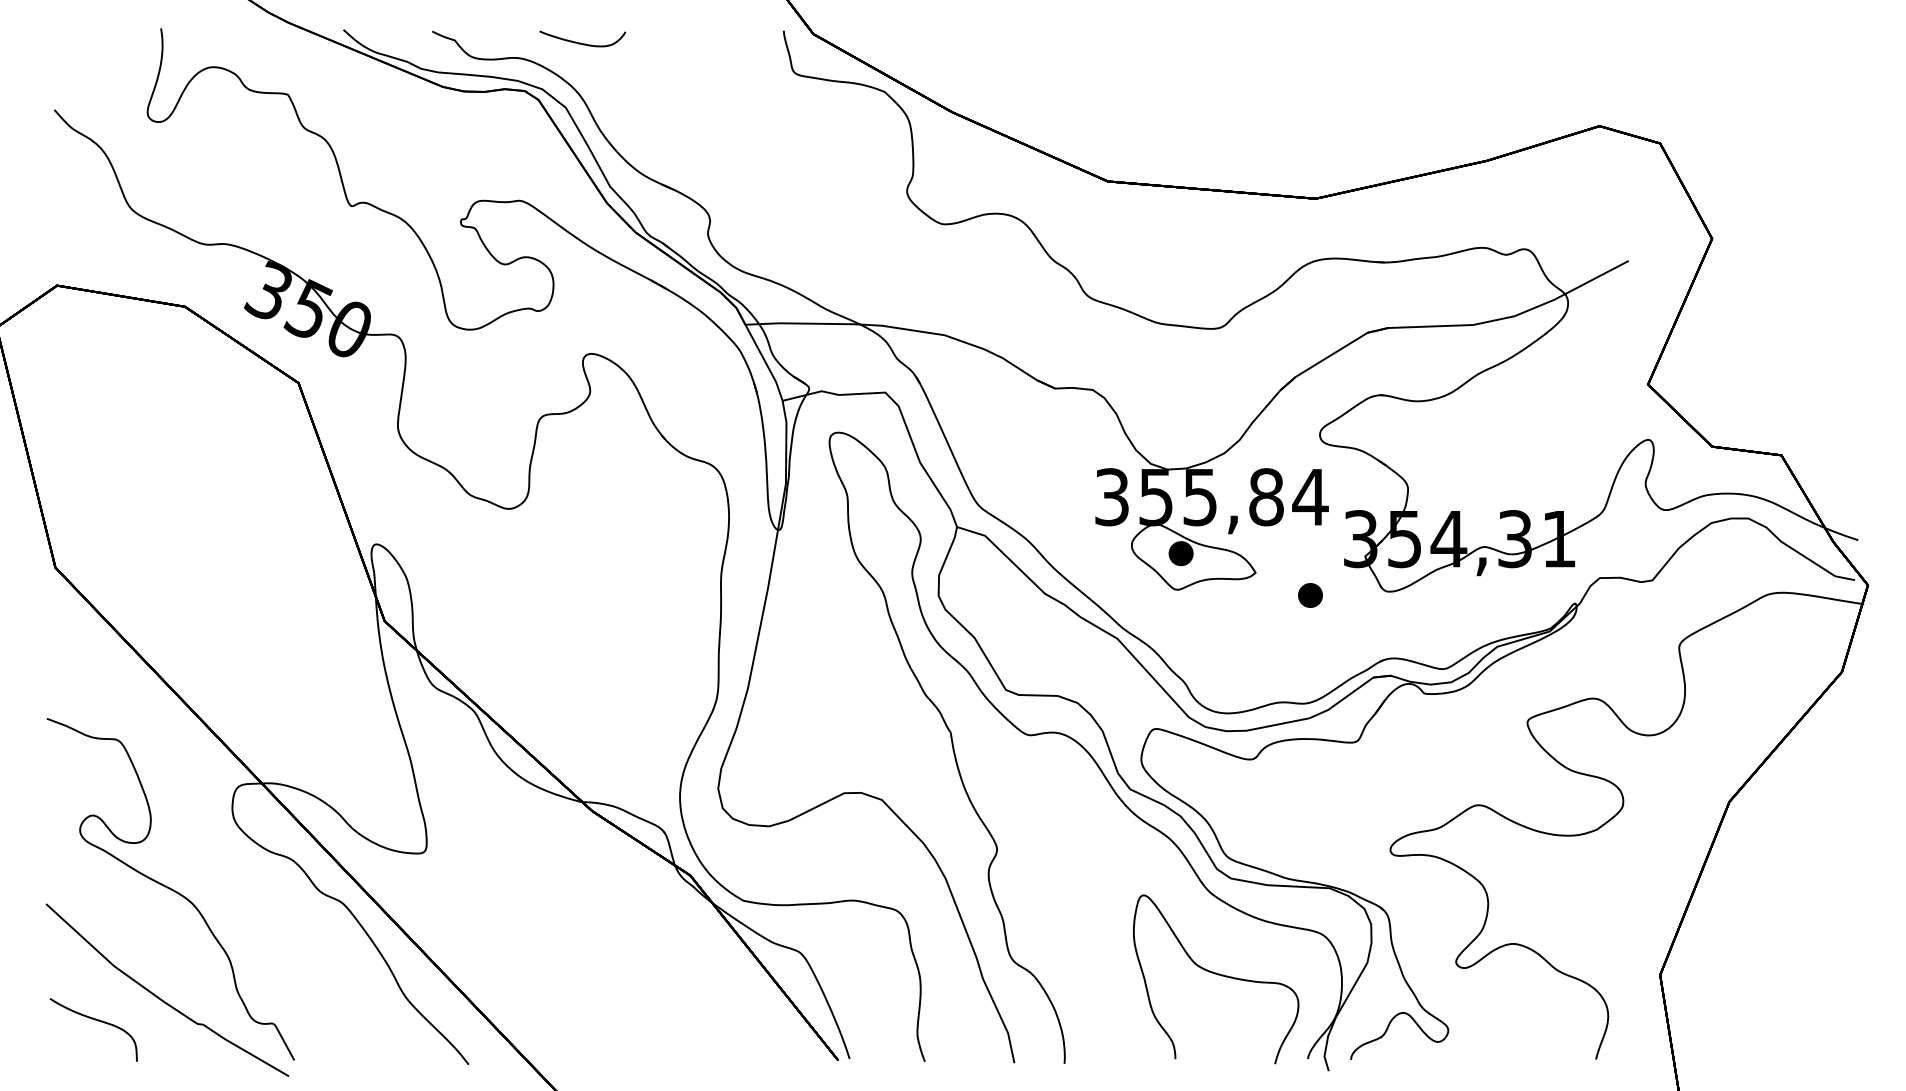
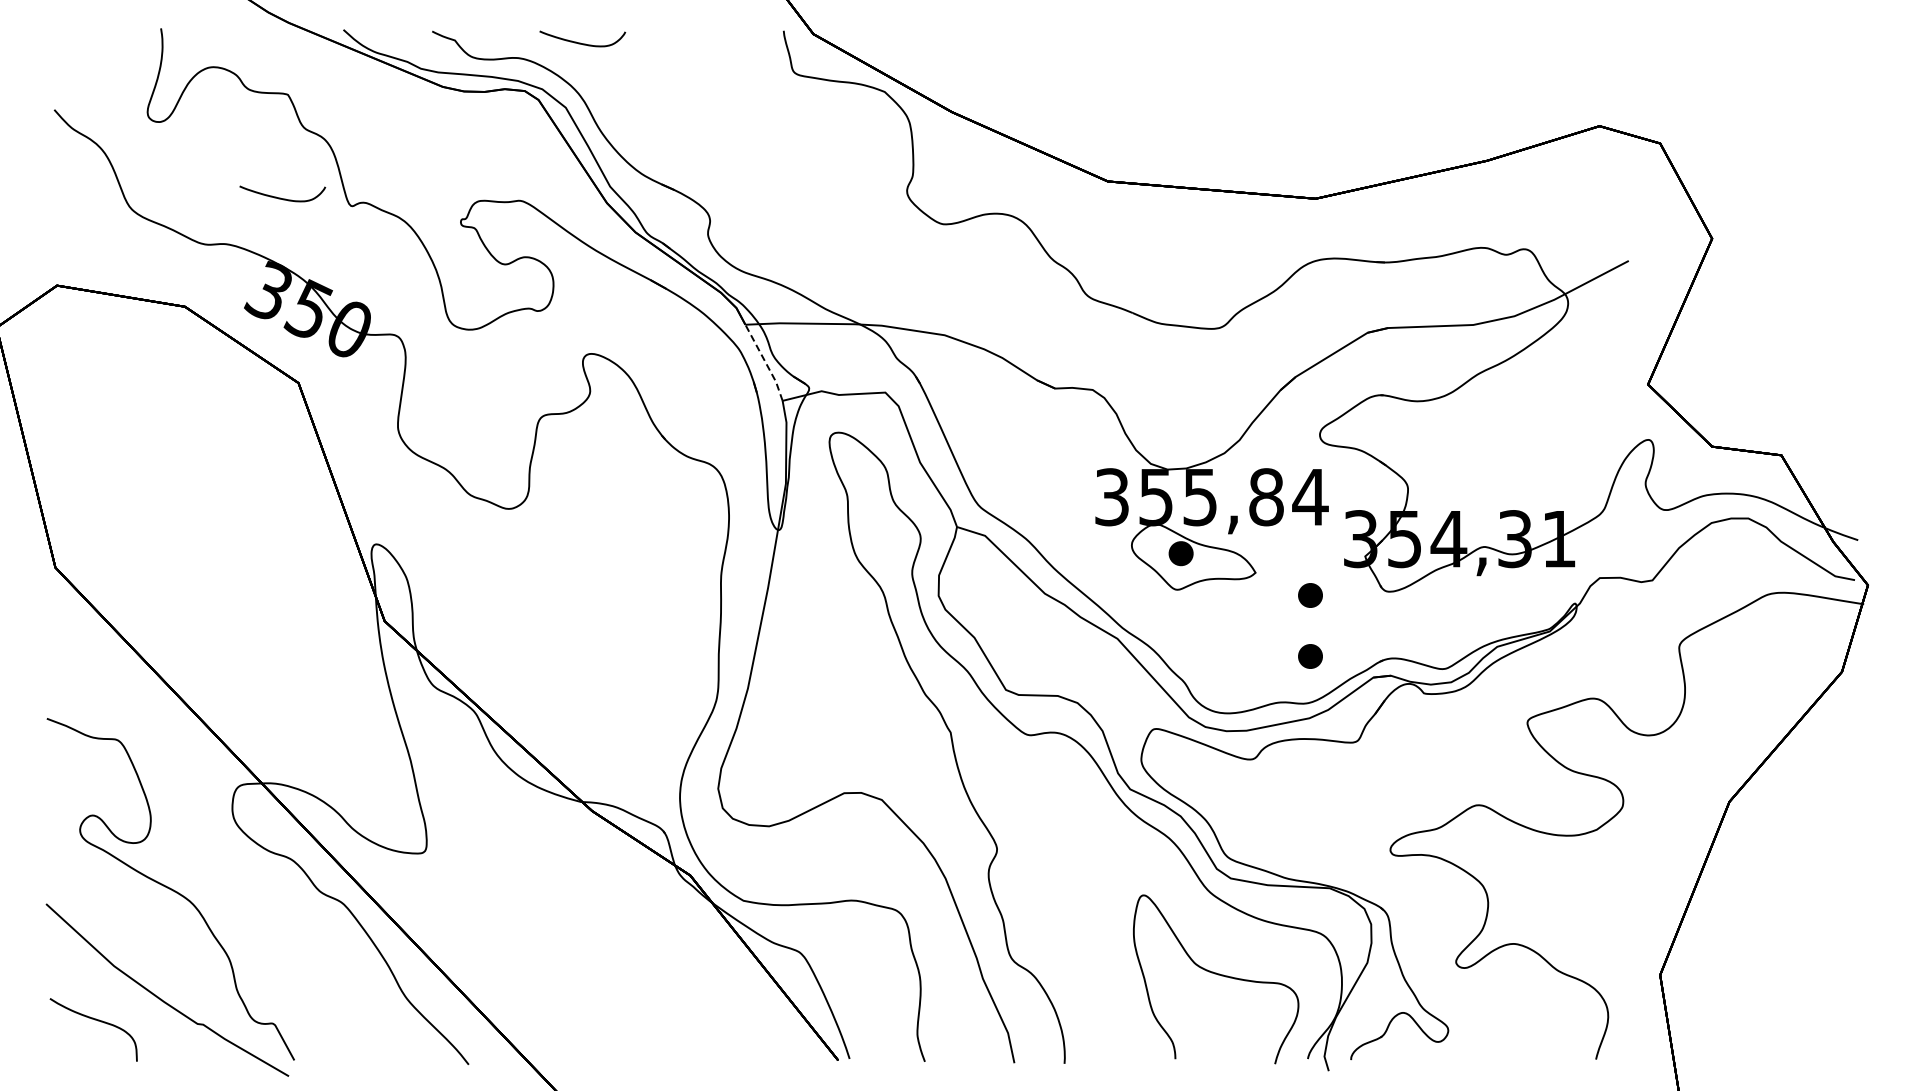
curve at (280, 197): none -> present
line at (765, 362): solid -> dashed
part at (1310, 656): none -> present
